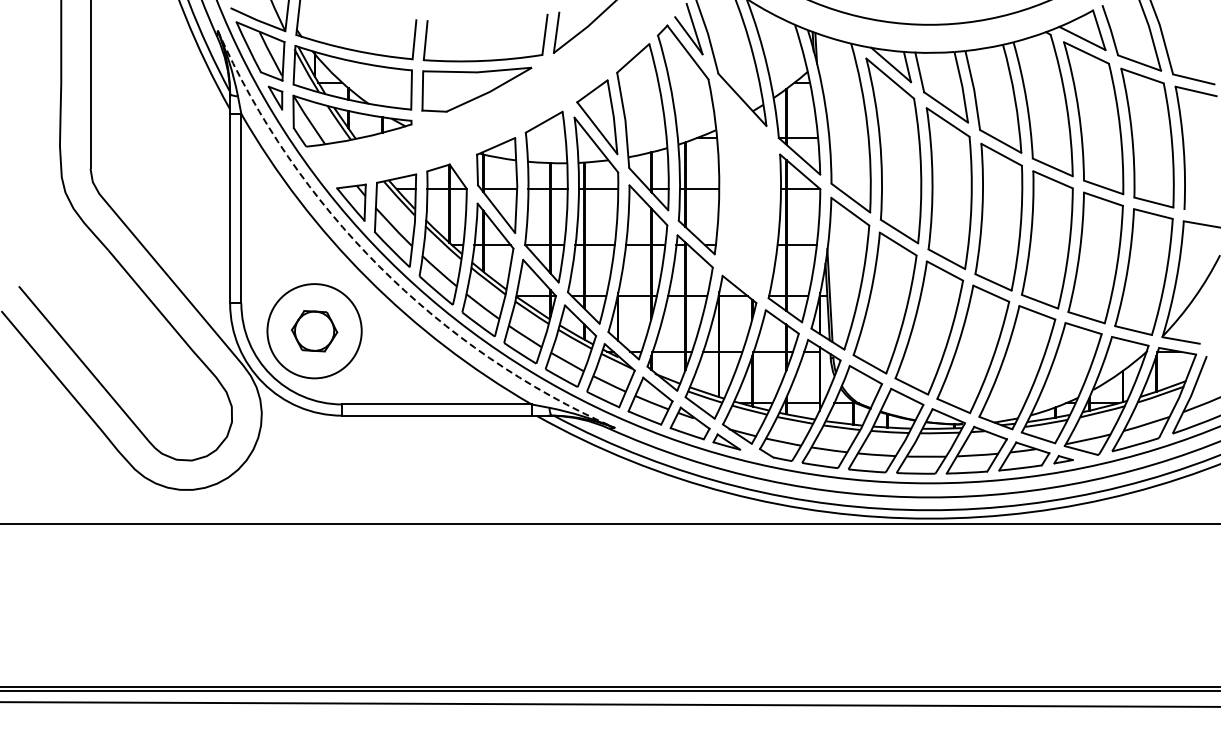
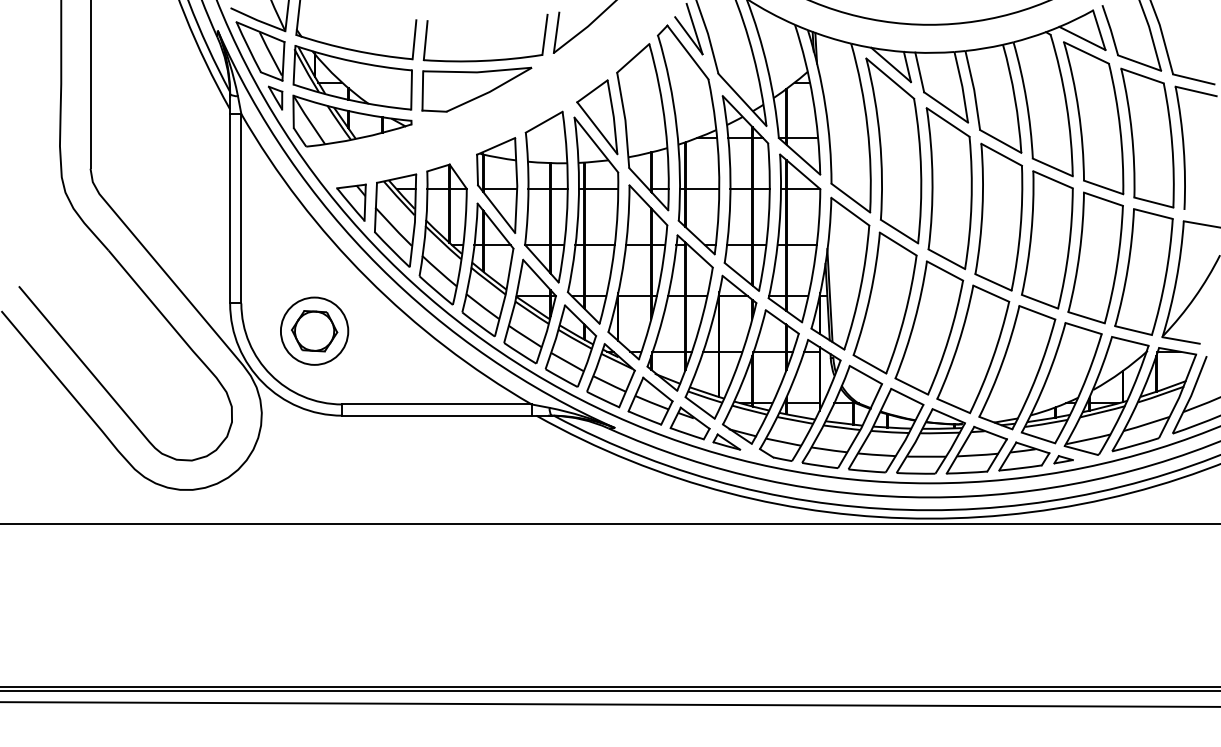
part at (745, 193): none -> present
arc at (379, 266): dashed -> solid
circle at (314, 331) diameter: 94 px -> 67 px
